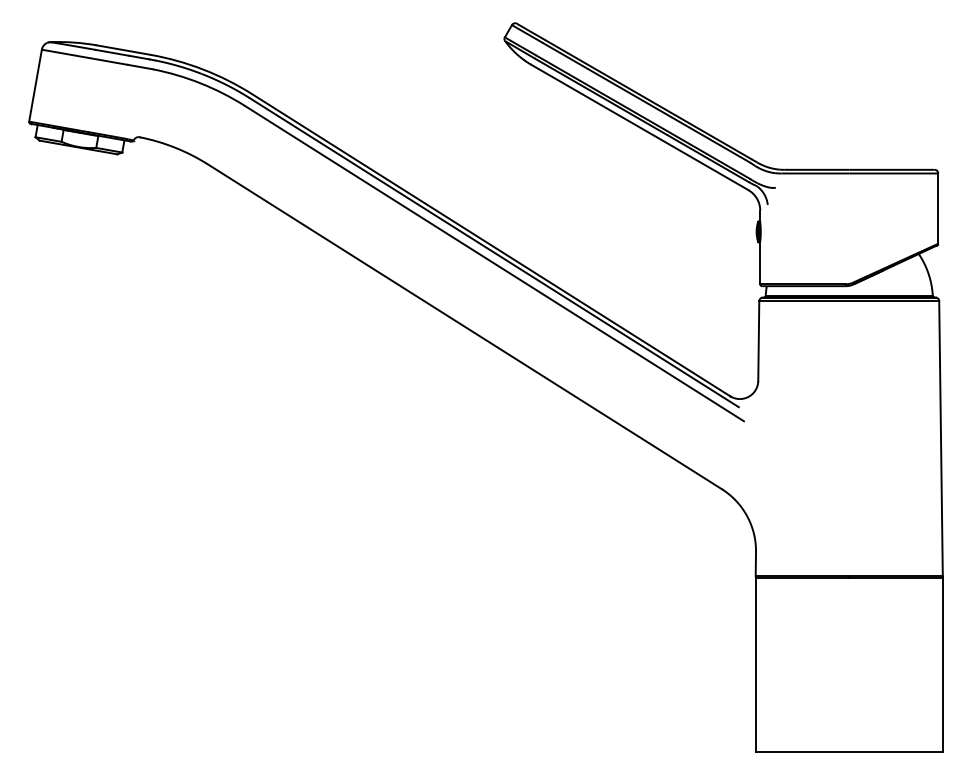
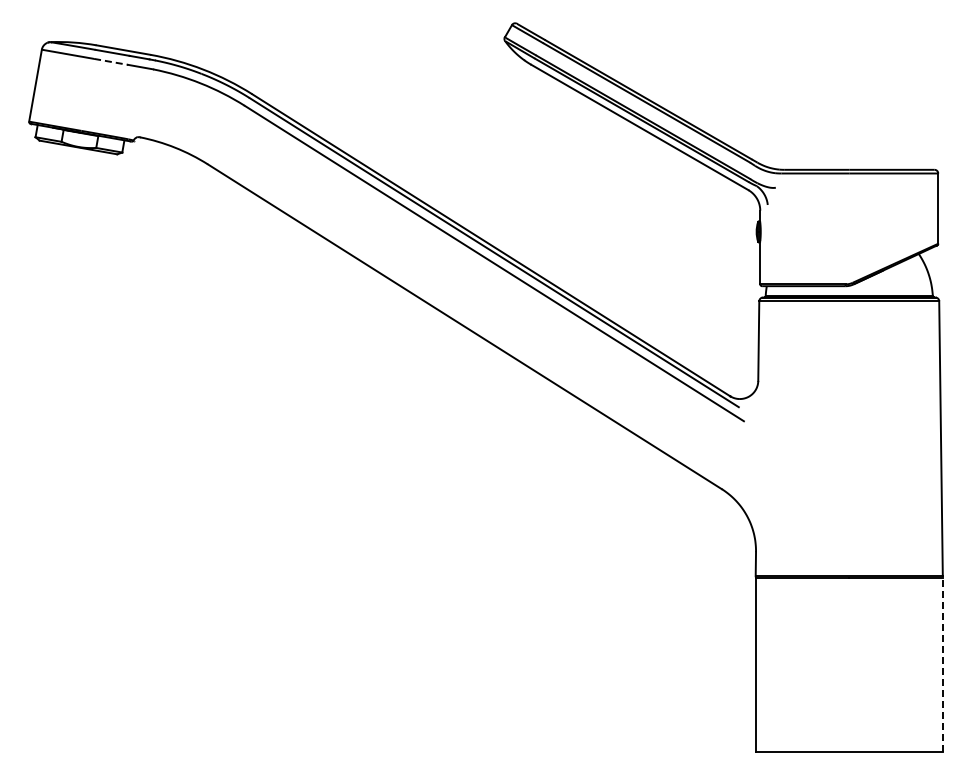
line at (112, 62): solid -> dashed
line at (942, 663): solid -> dashed
